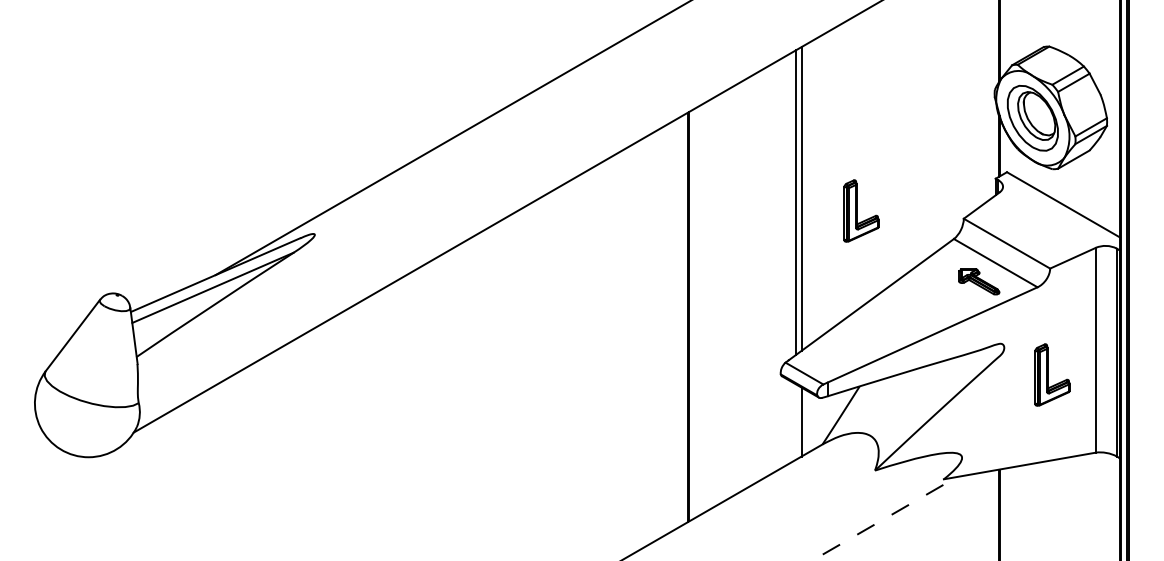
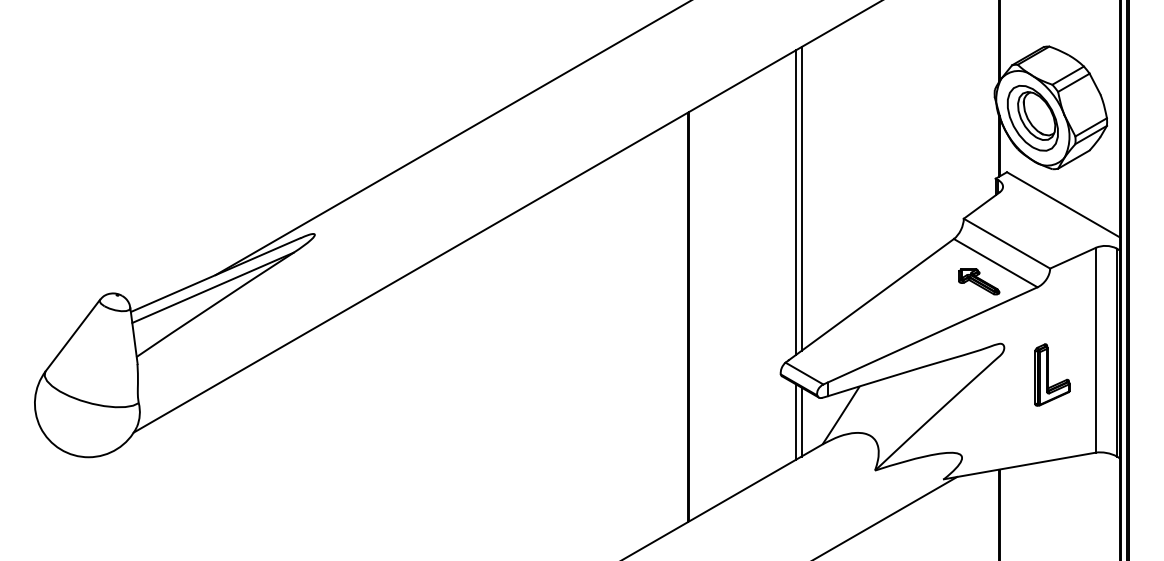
part at (861, 210): present -> none
line at (796, 421): none -> present
line at (884, 518): dashed -> solid
